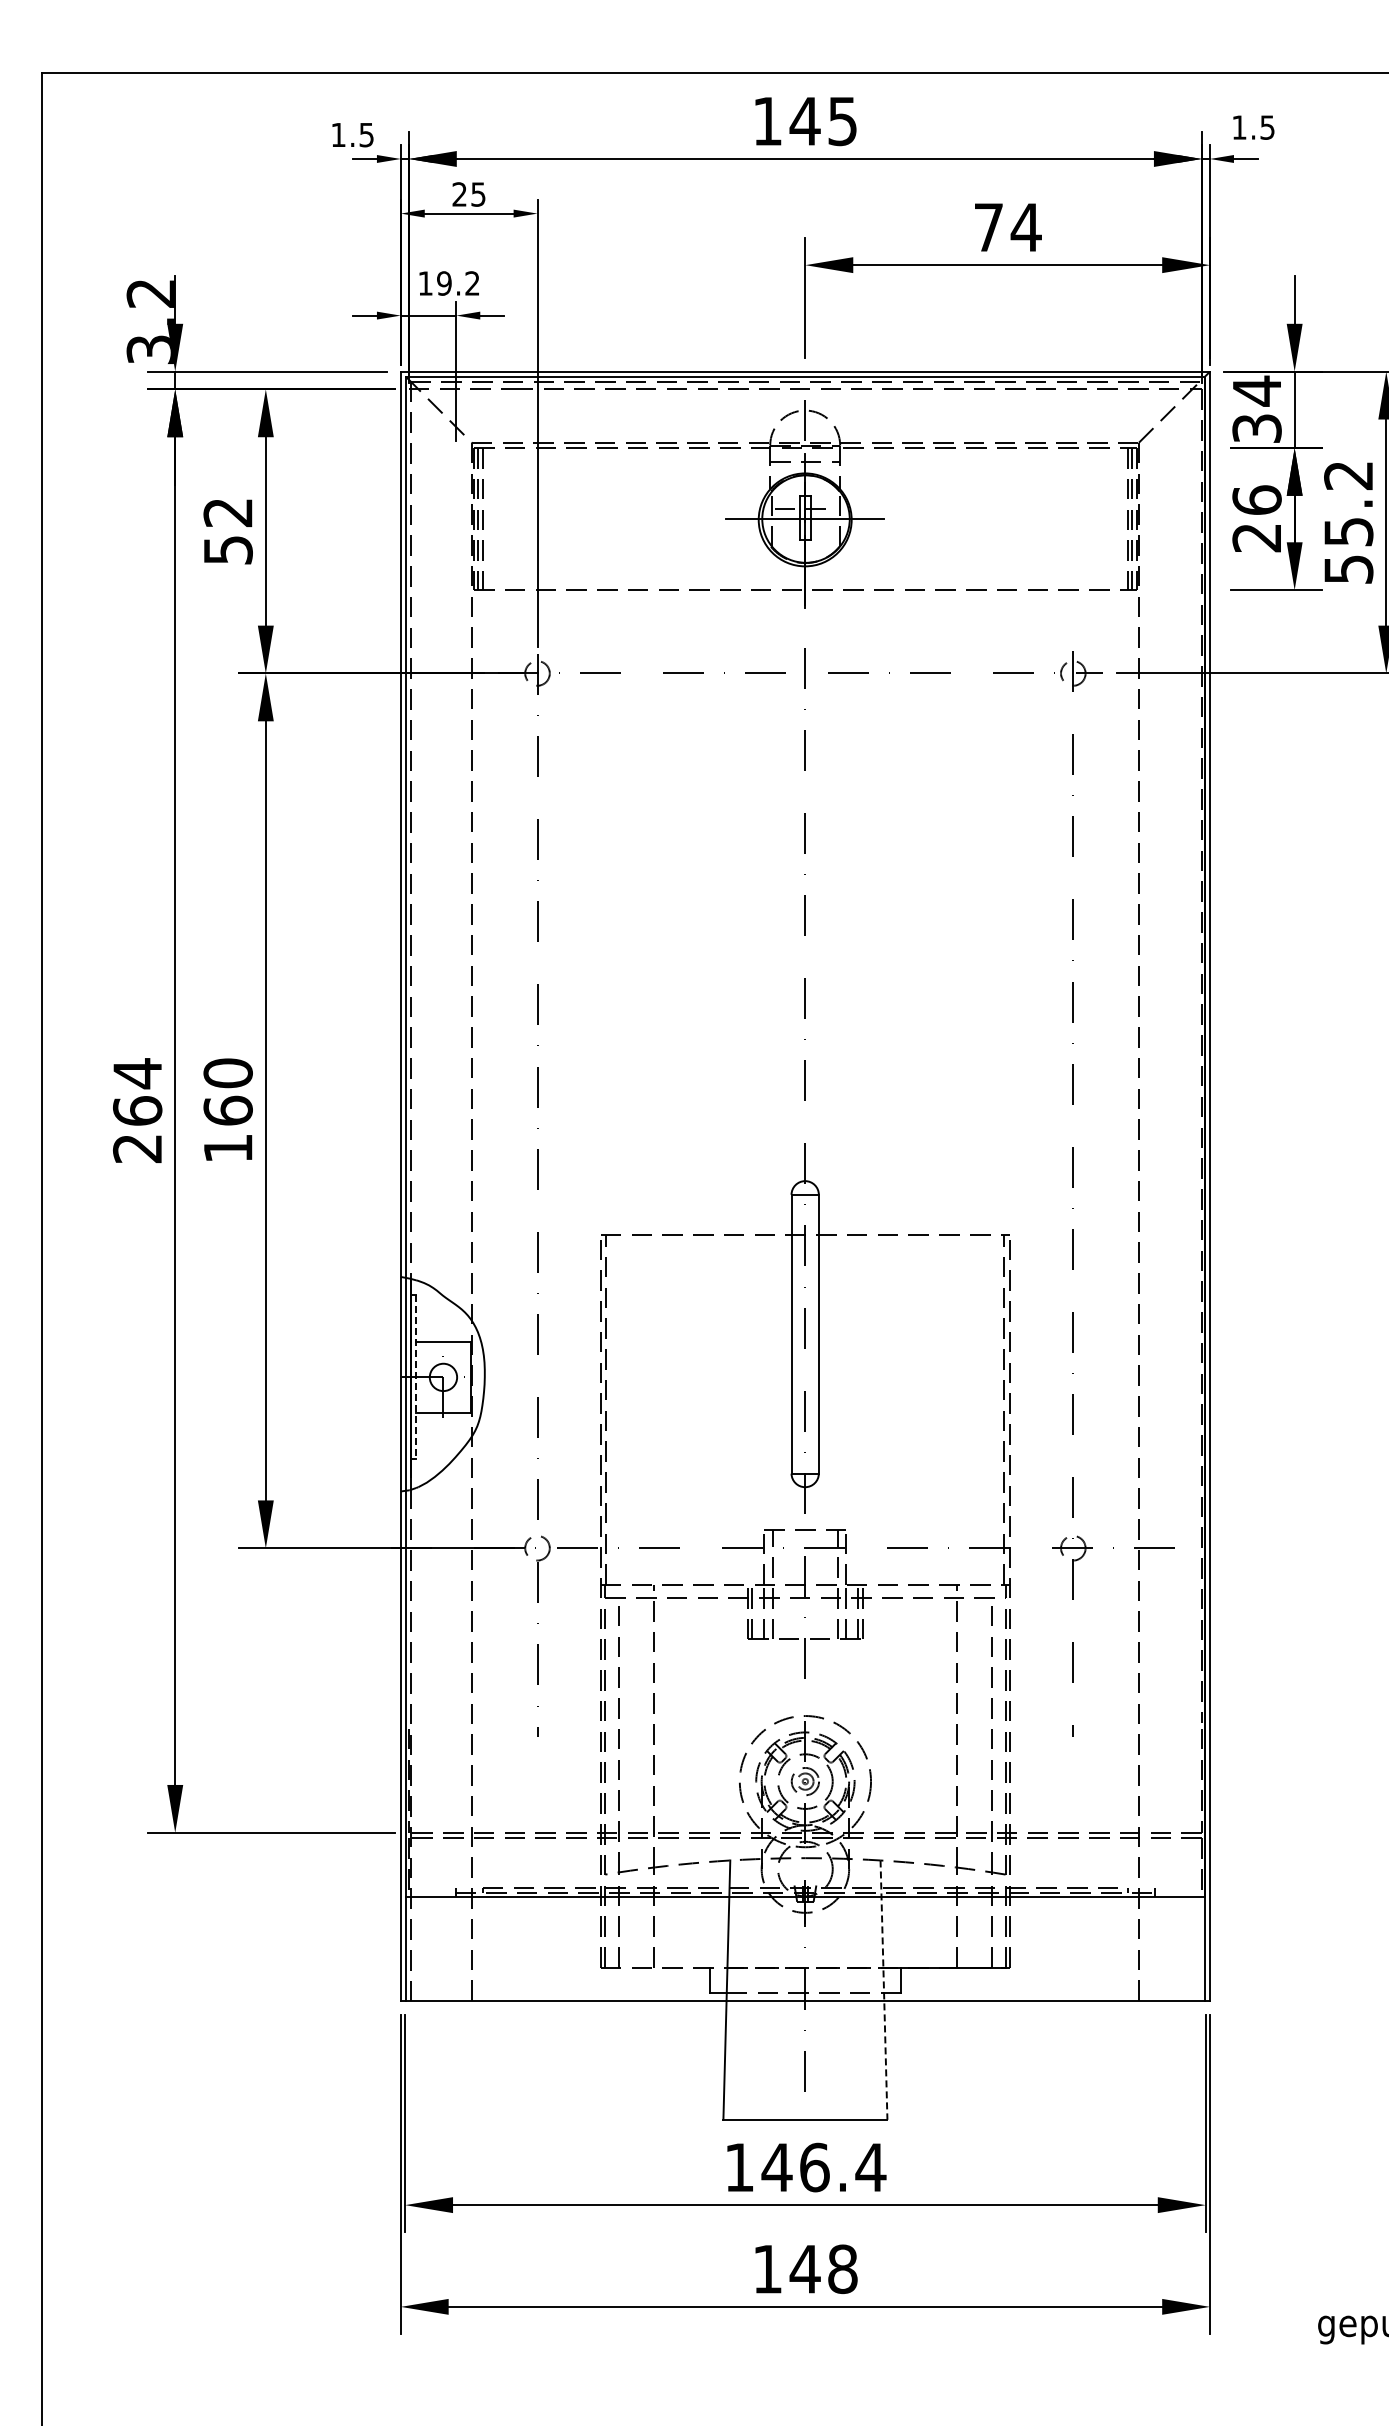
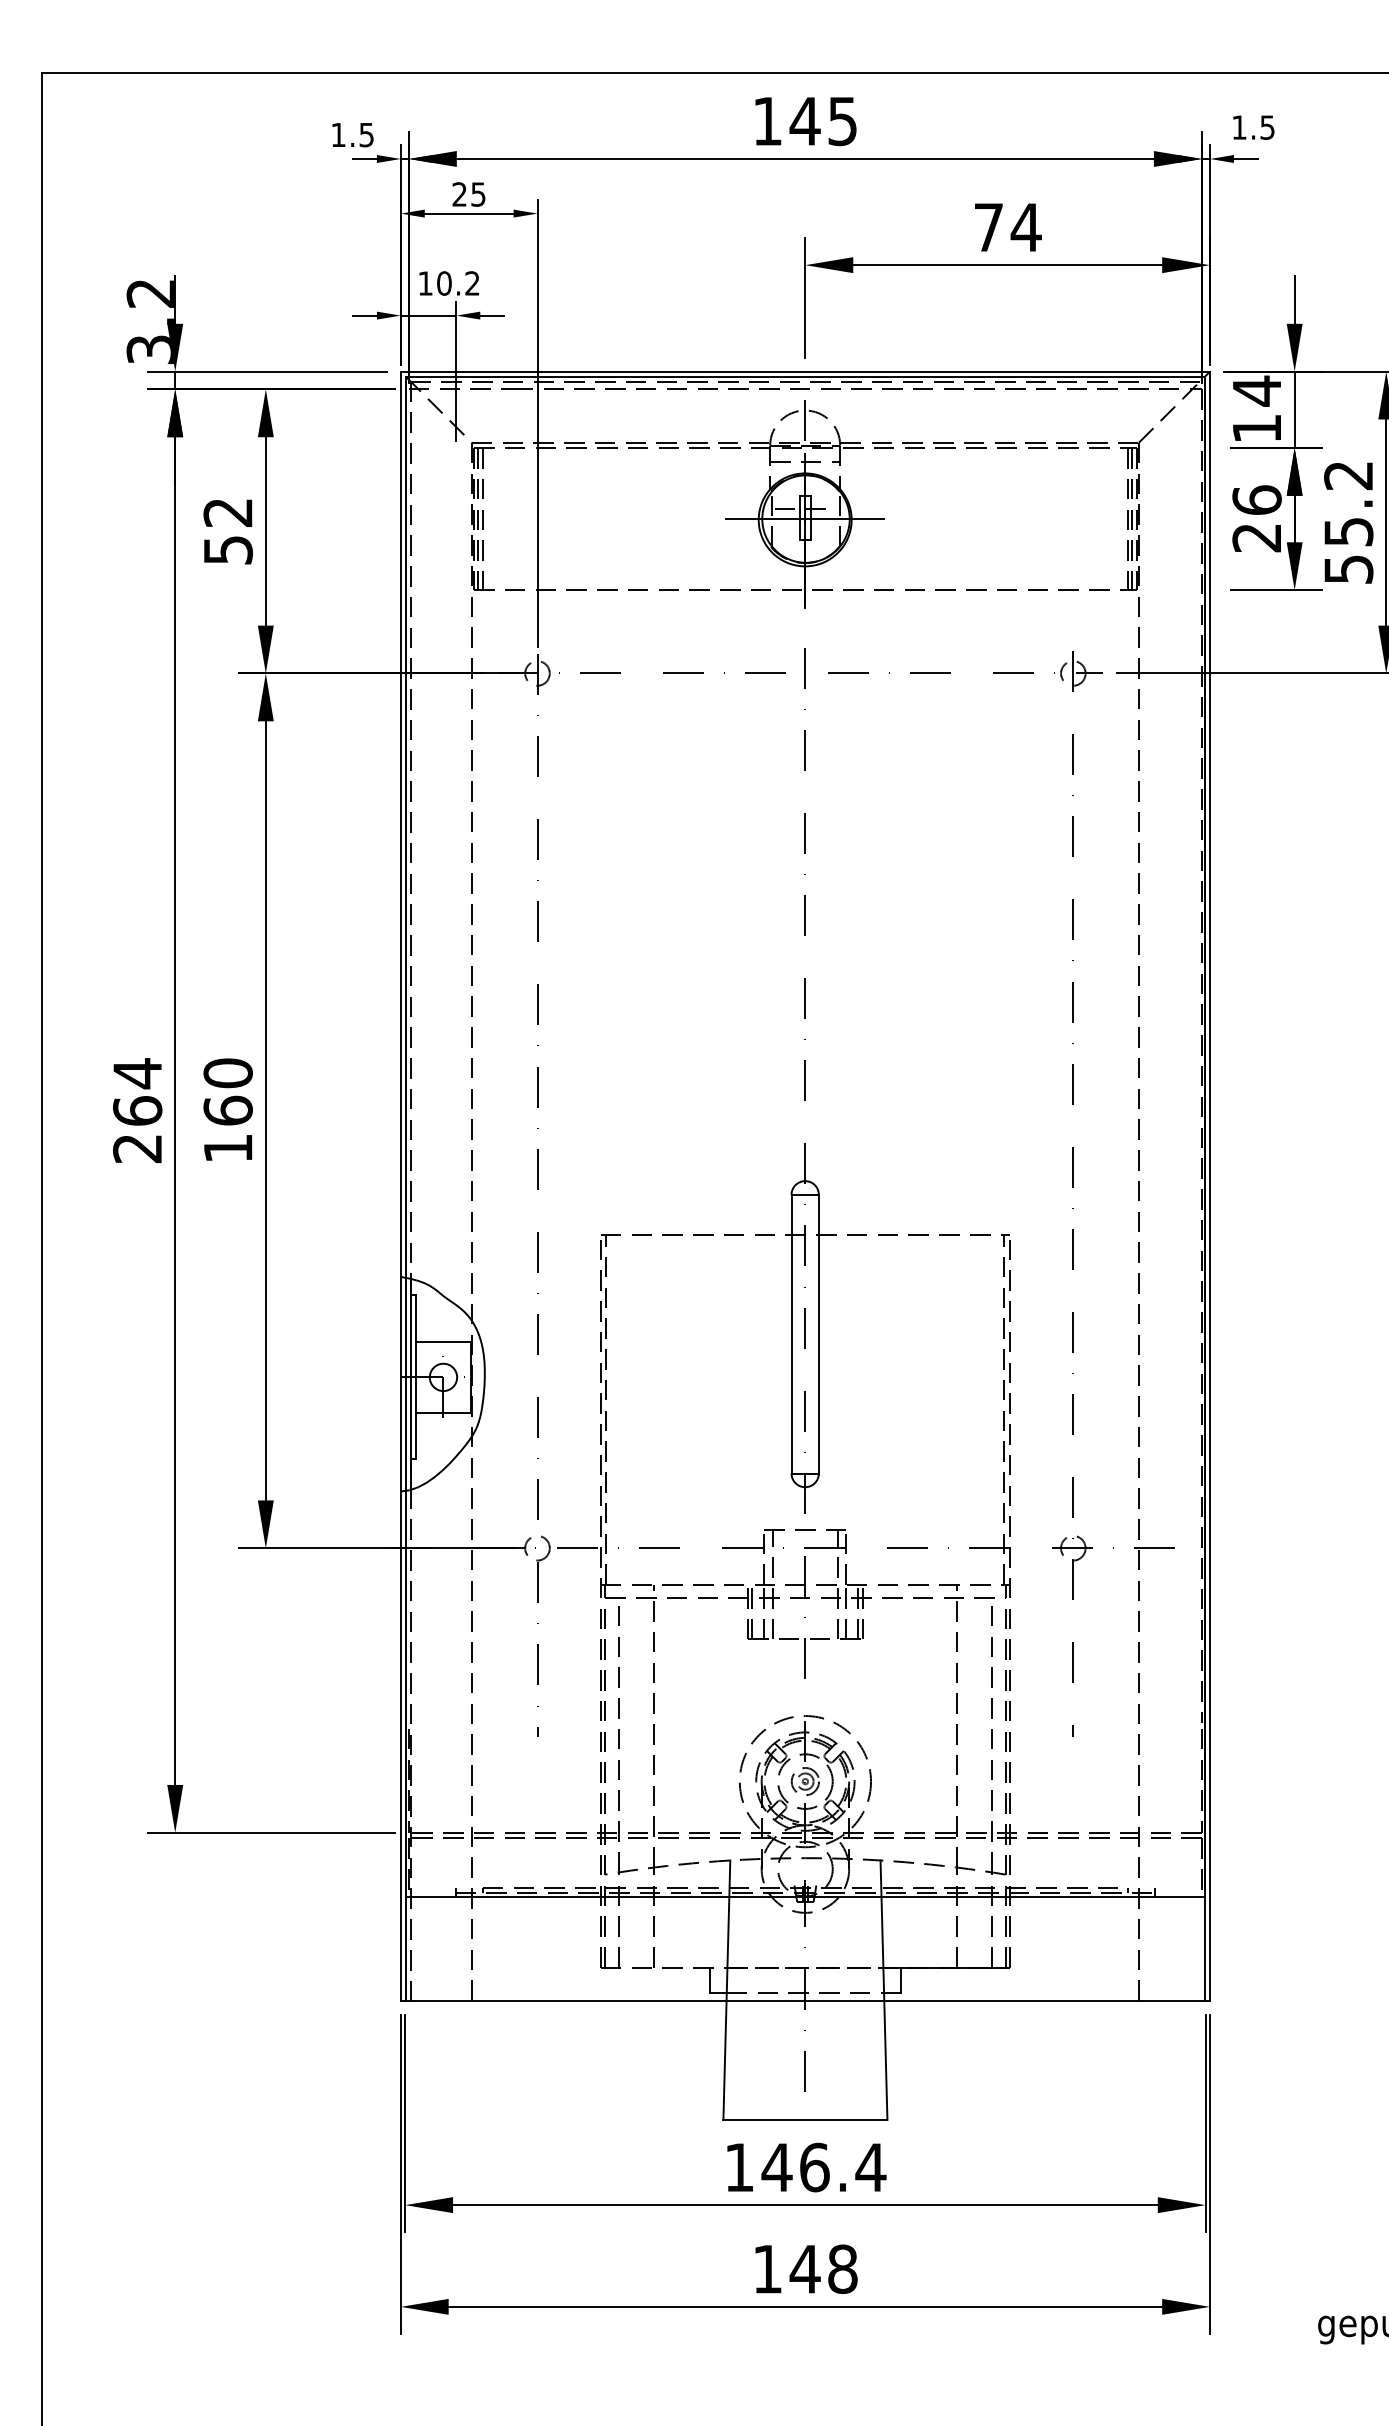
text at (444, 283): 19.2 -> 10.2
text at (1256, 428): 34 -> 14
line at (416, 1377): dashed -> solid
line at (883, 1990): dashed -> solid
